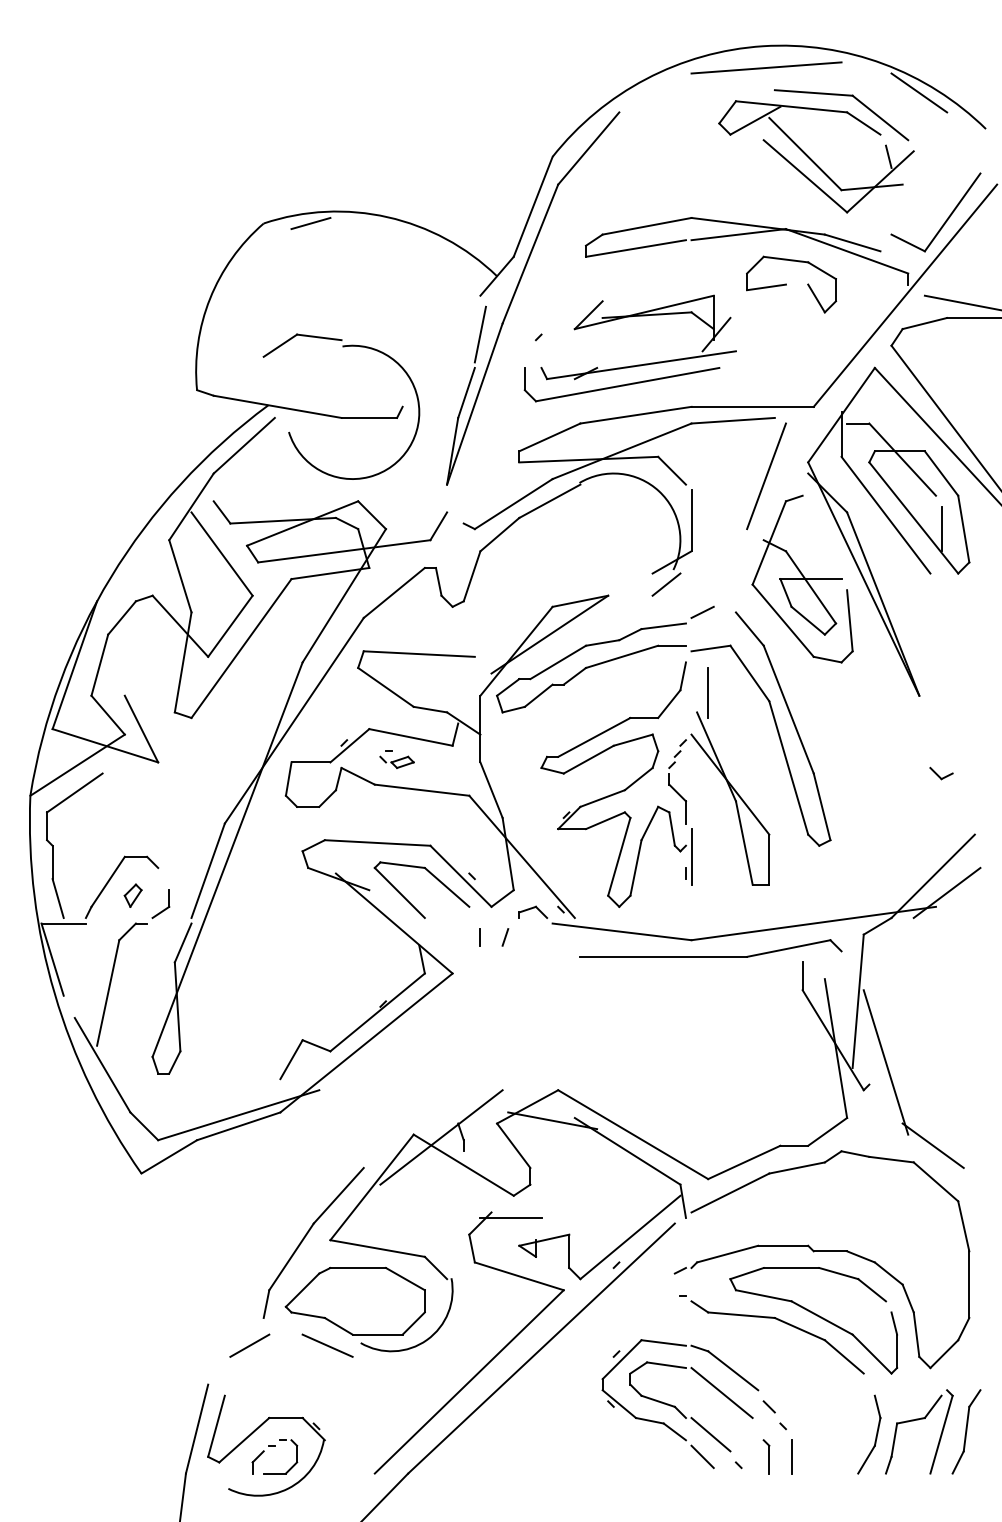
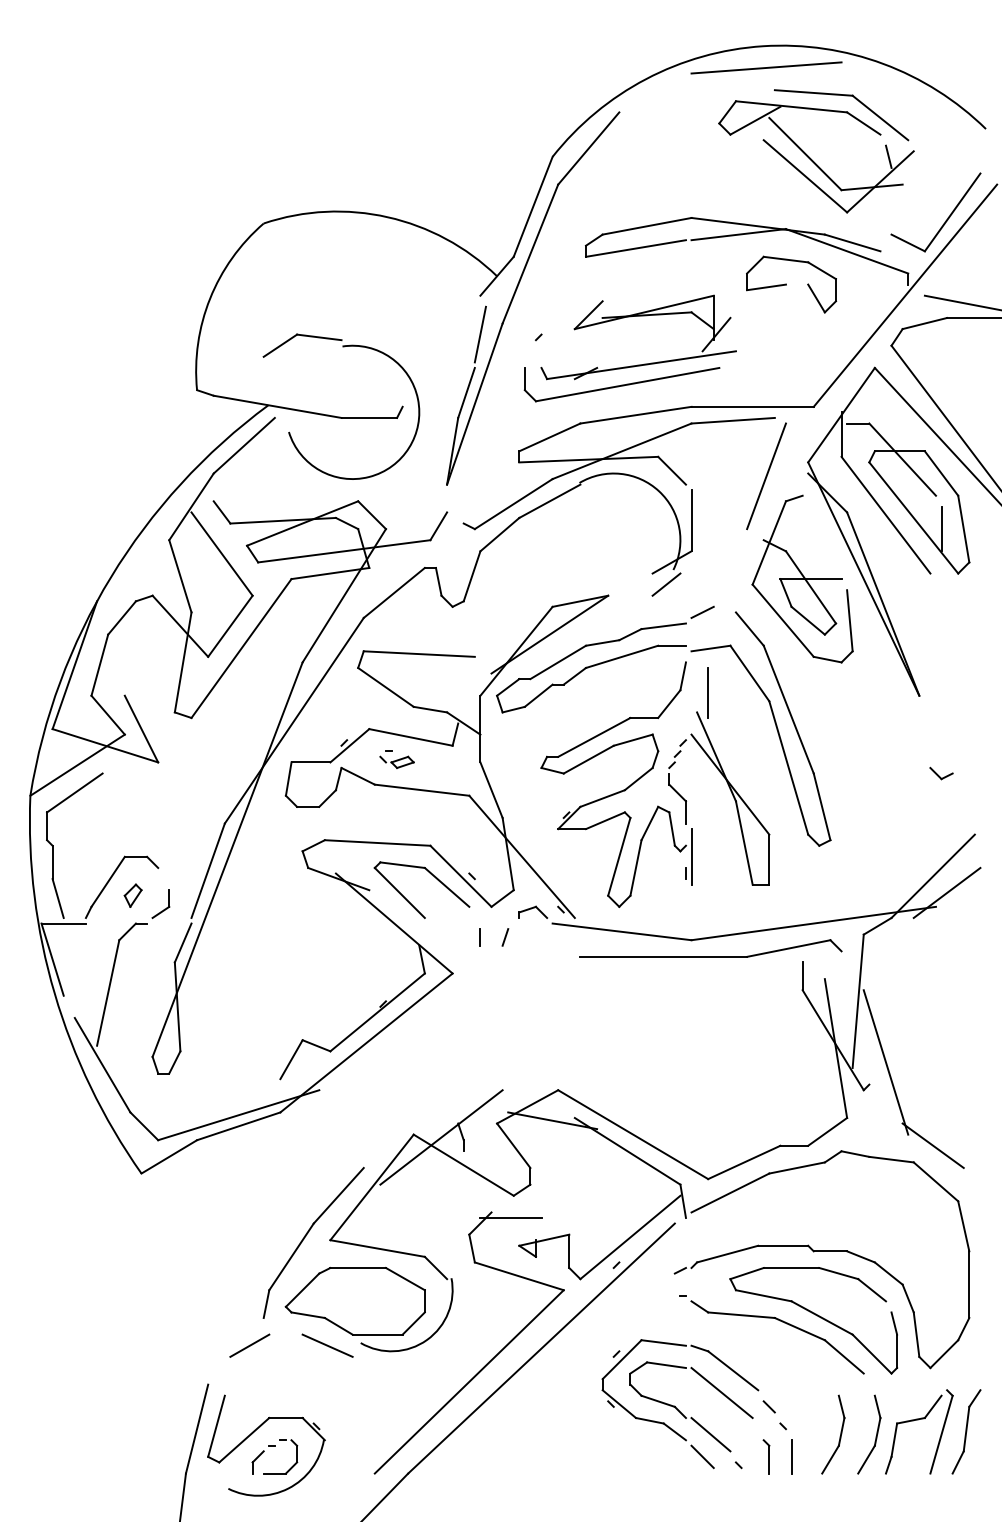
line at (919, 92): present -> none
line at (310, 223): present -> none
part at (839, 1436): none -> present
